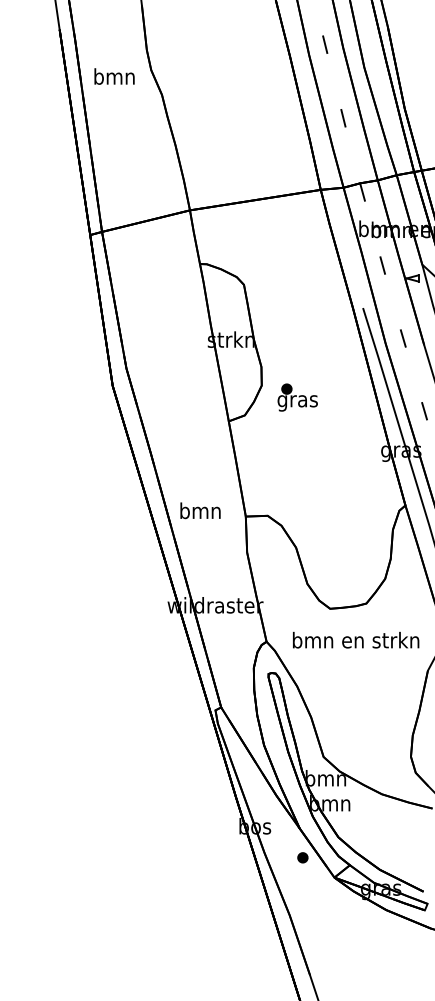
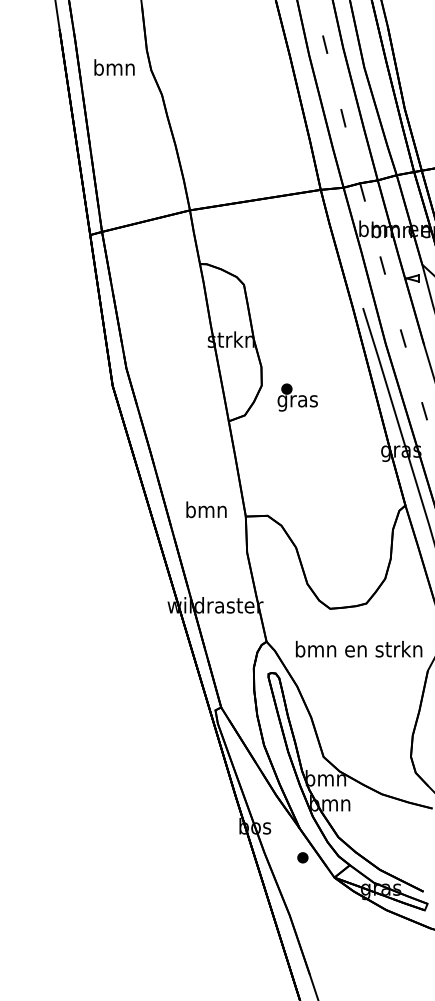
text at (114, 76) position: (114, 76) -> (114, 67)
text at (200, 510) position: (200, 510) -> (206, 509)
text at (356, 639) position: (356, 639) -> (359, 648)
